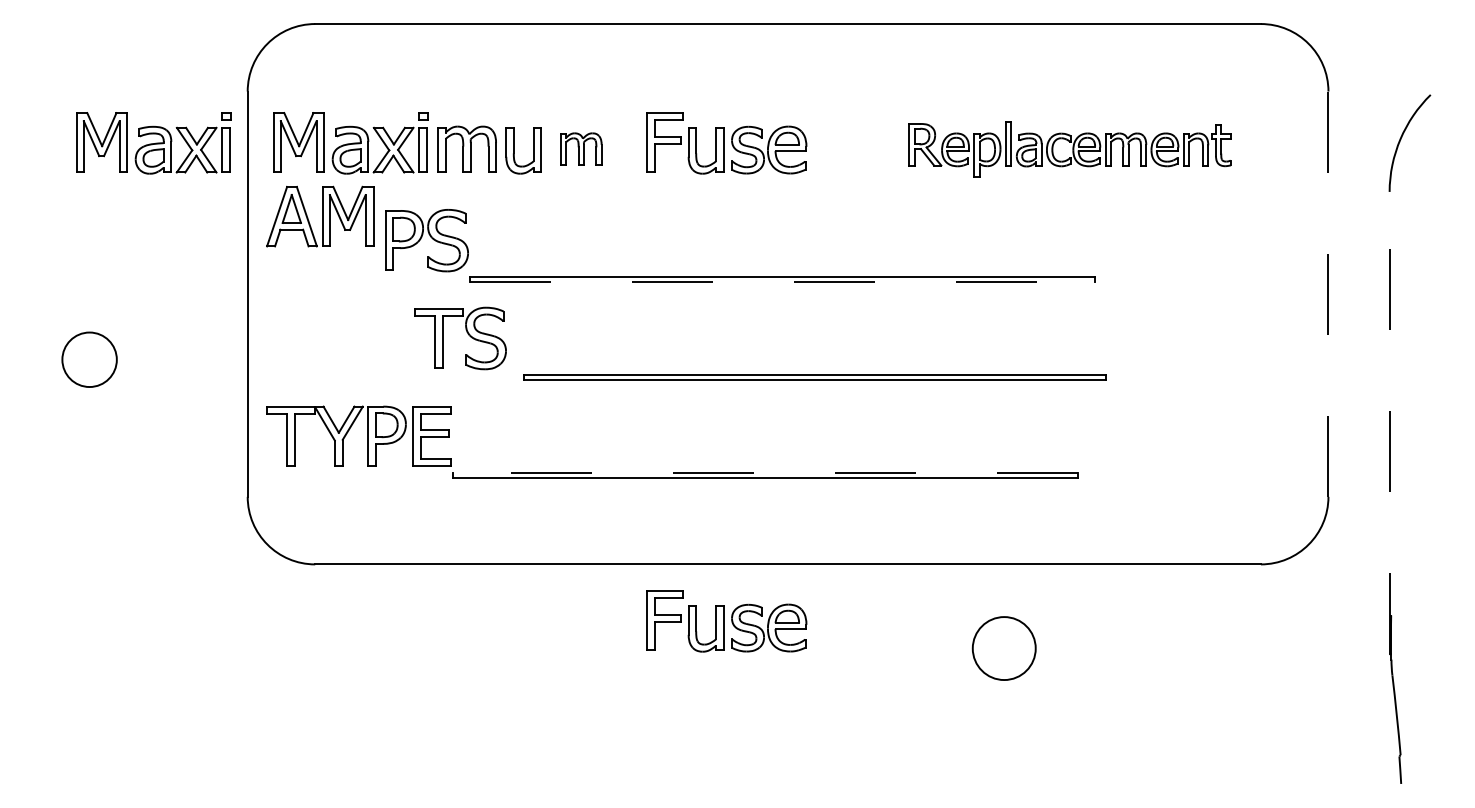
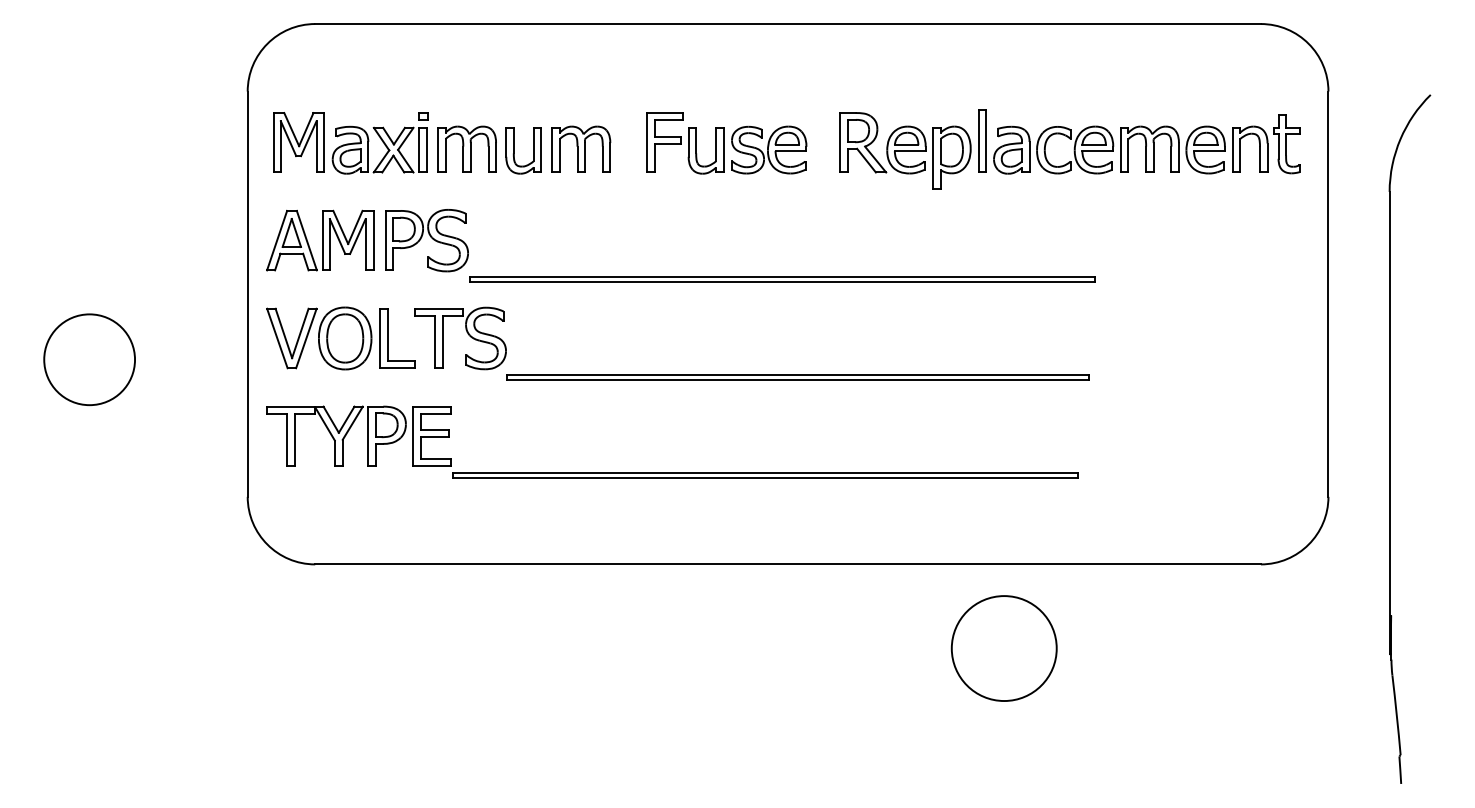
part at (153, 143): present -> none
part at (581, 148) size: 43x34 px -> 61x48 px
part at (1069, 149) size: 324x57 px -> 462x81 px
part at (320, 216) position: (320, 216) -> (320, 240)
line at (782, 282): dashed -> solid
line at (1328, 294): dashed -> solid
part at (340, 338): none -> present
circle at (89, 359) diameter: 54 px -> 91 px
part at (814, 377) position: (814, 377) -> (797, 377)
line at (1389, 422): dashed -> solid
line at (765, 472): dashed -> solid
part at (726, 621): present -> none
circle at (1003, 648) diameter: 63 px -> 105 px
